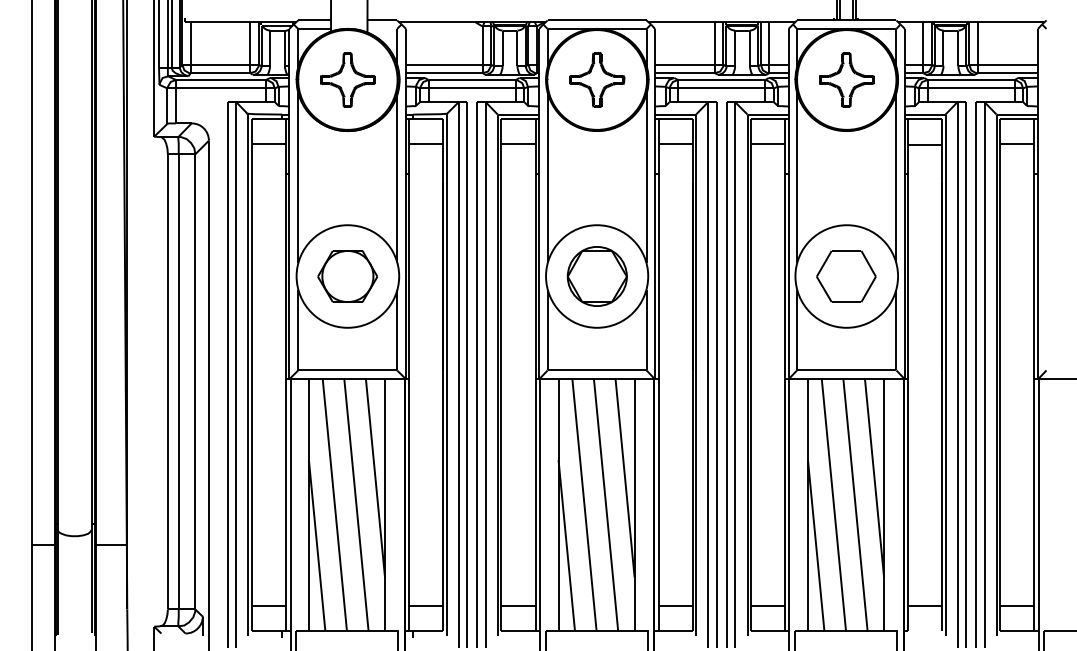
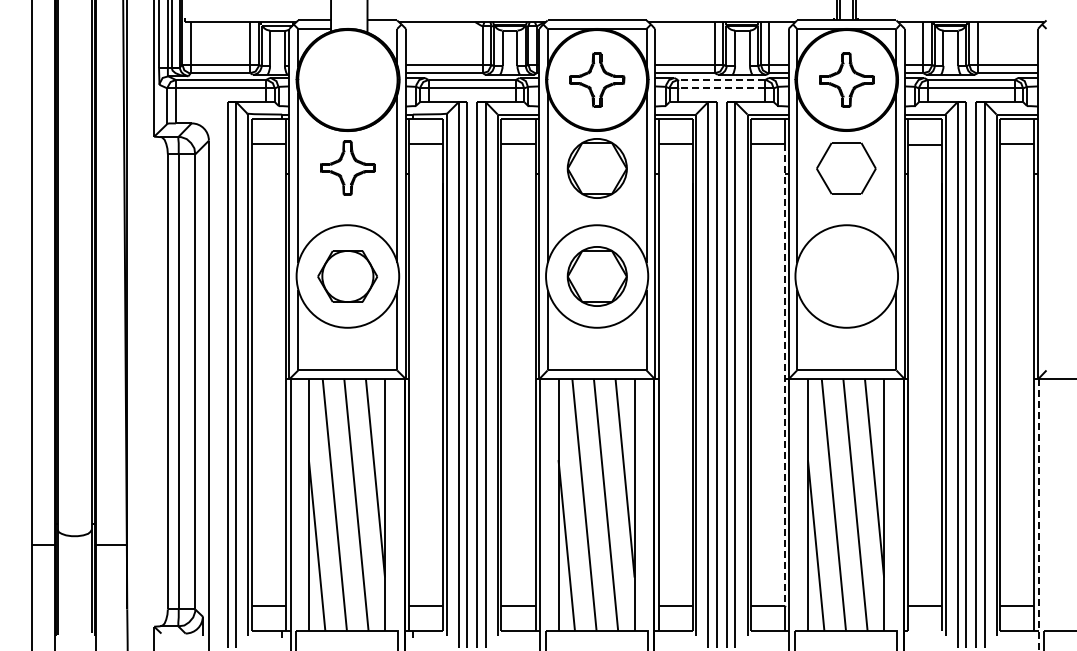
part at (347, 79) position: (347, 79) -> (347, 167)
line at (720, 80): solid -> dashed
line at (720, 88): solid -> dashed
part at (596, 168): none -> present
part at (846, 276) position: (846, 276) -> (846, 168)
line at (784, 375): solid -> dashed
line at (1038, 515): solid -> dashed
